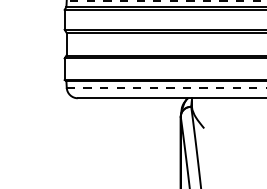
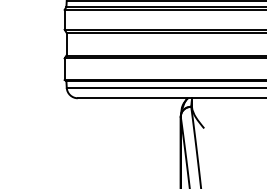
line at (166, 0): dashed -> solid
line at (166, 87): dashed -> solid
